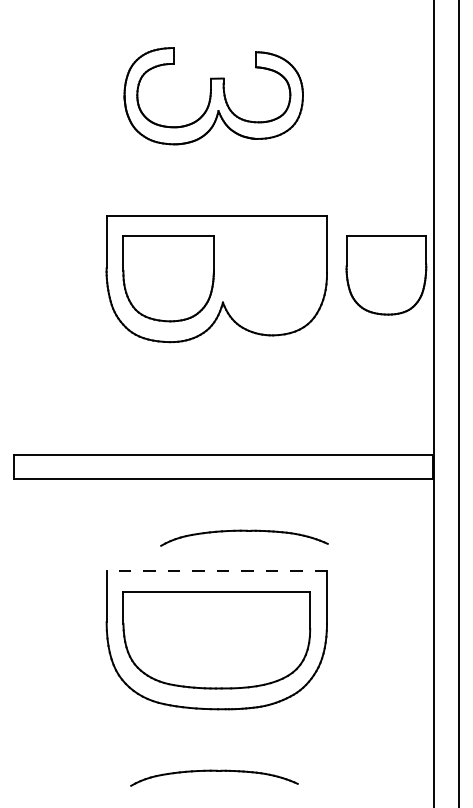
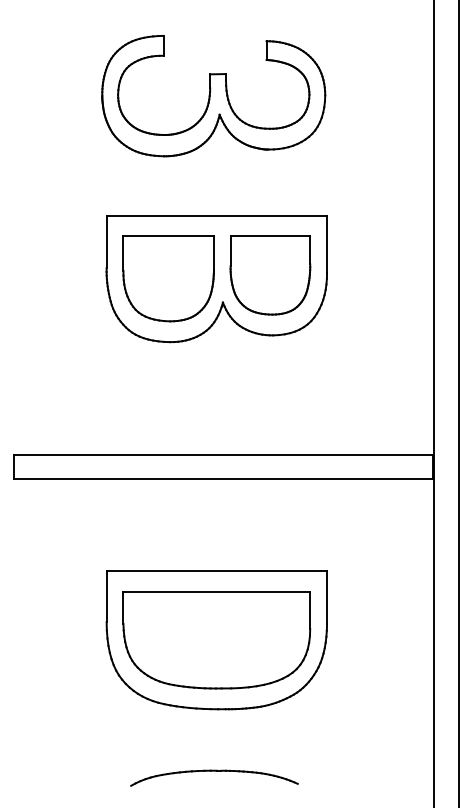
part at (213, 96) size: 181x99 px -> 226x123 px
part at (386, 275) position: (386, 275) -> (270, 275)
part at (244, 537): present -> none
line at (216, 571): dashed -> solid
